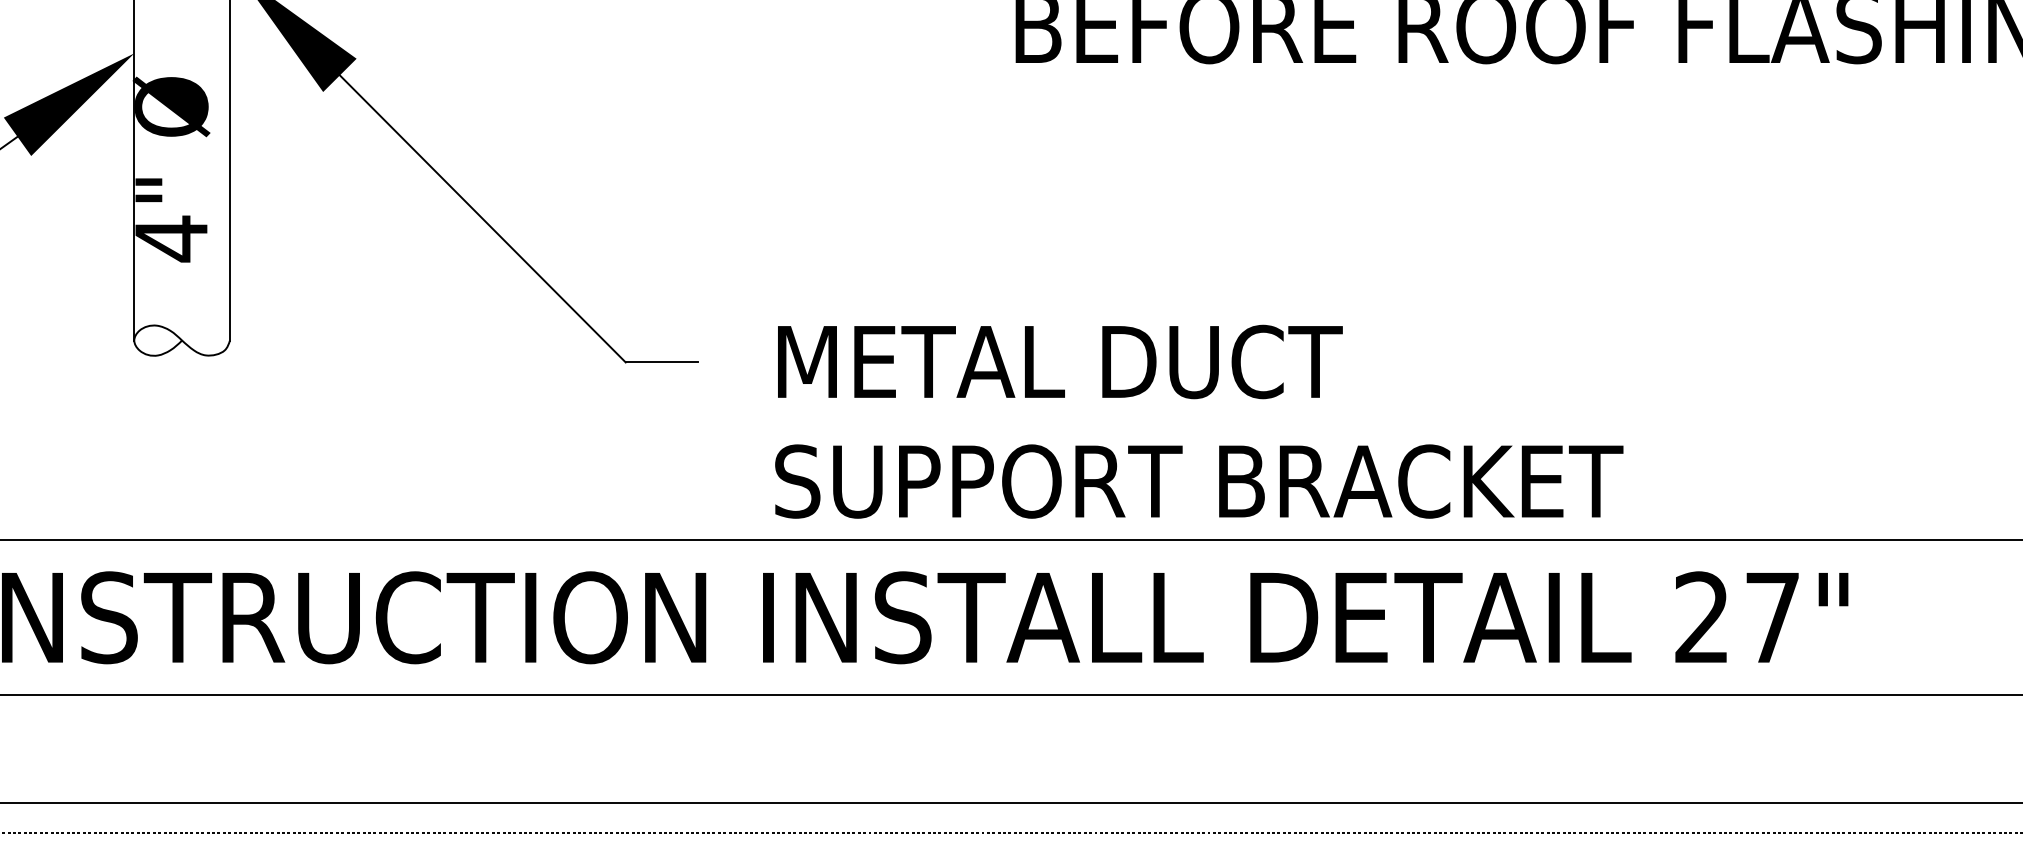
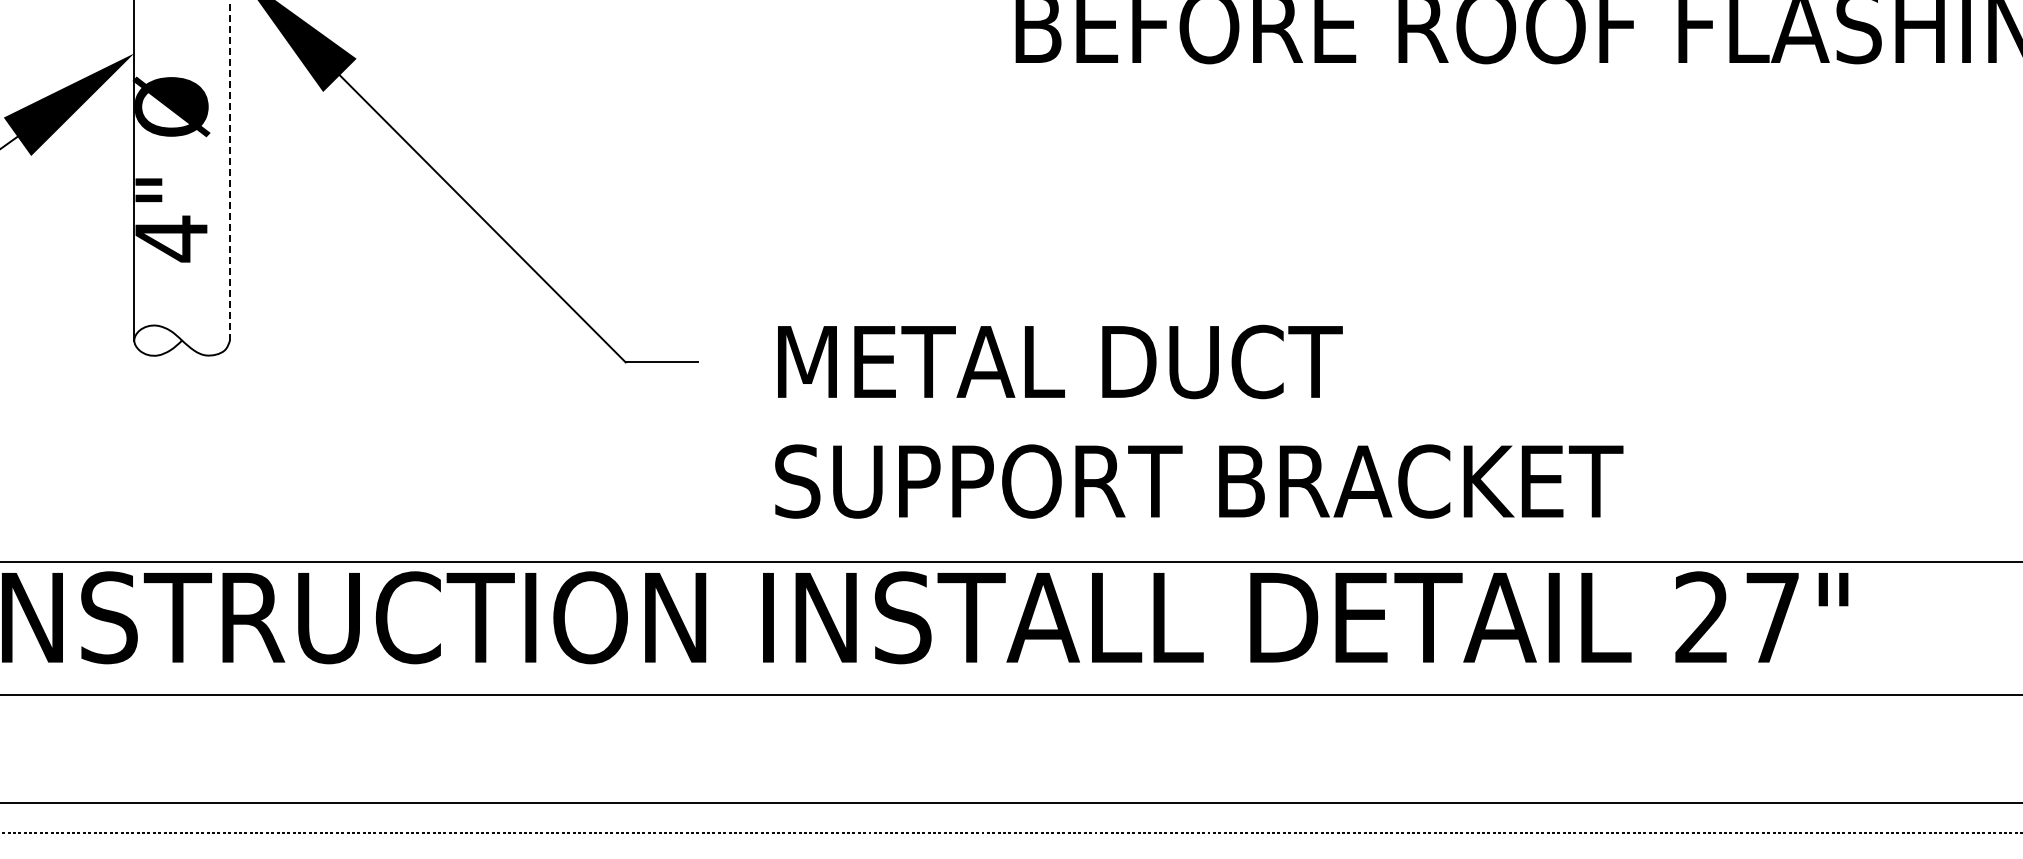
line at (229, 170): solid -> dashed
line at (1010, 540) position: (1010, 540) -> (1010, 562)
